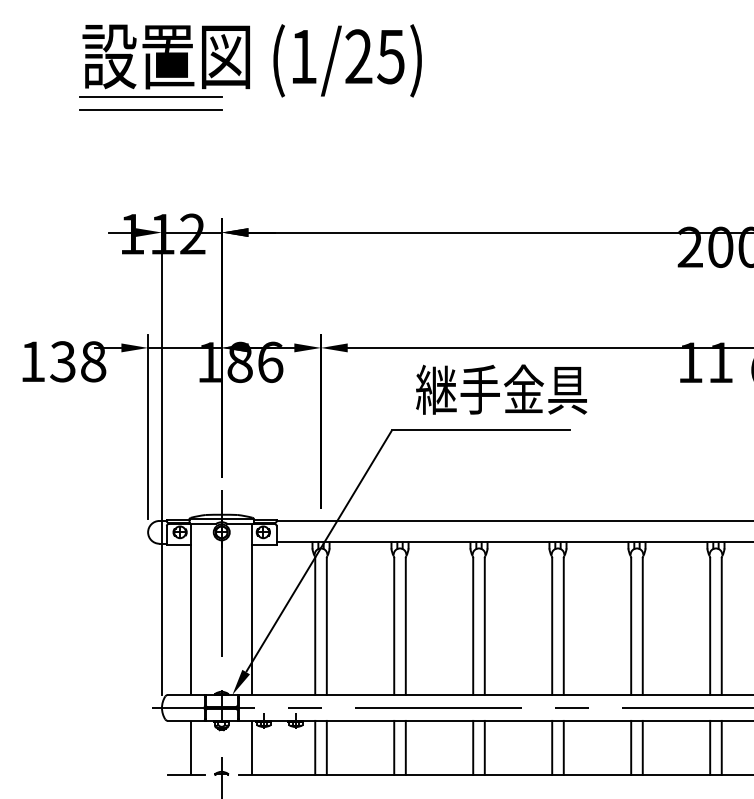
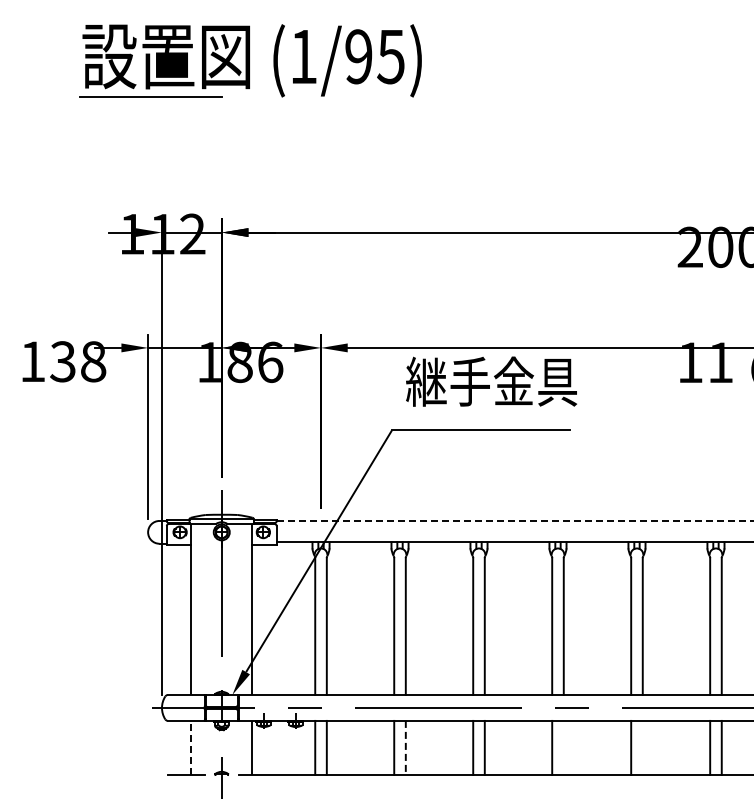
text at (358, 56): (1/25) -> (1/95)
line at (150, 110): present -> none
text at (501, 389) position: (501, 389) -> (491, 381)
line at (515, 520): solid -> dashed
line at (191, 747): solid -> dashed
line at (563, 747): present -> none
line at (642, 747): present -> none
line at (405, 748): solid -> dashed
